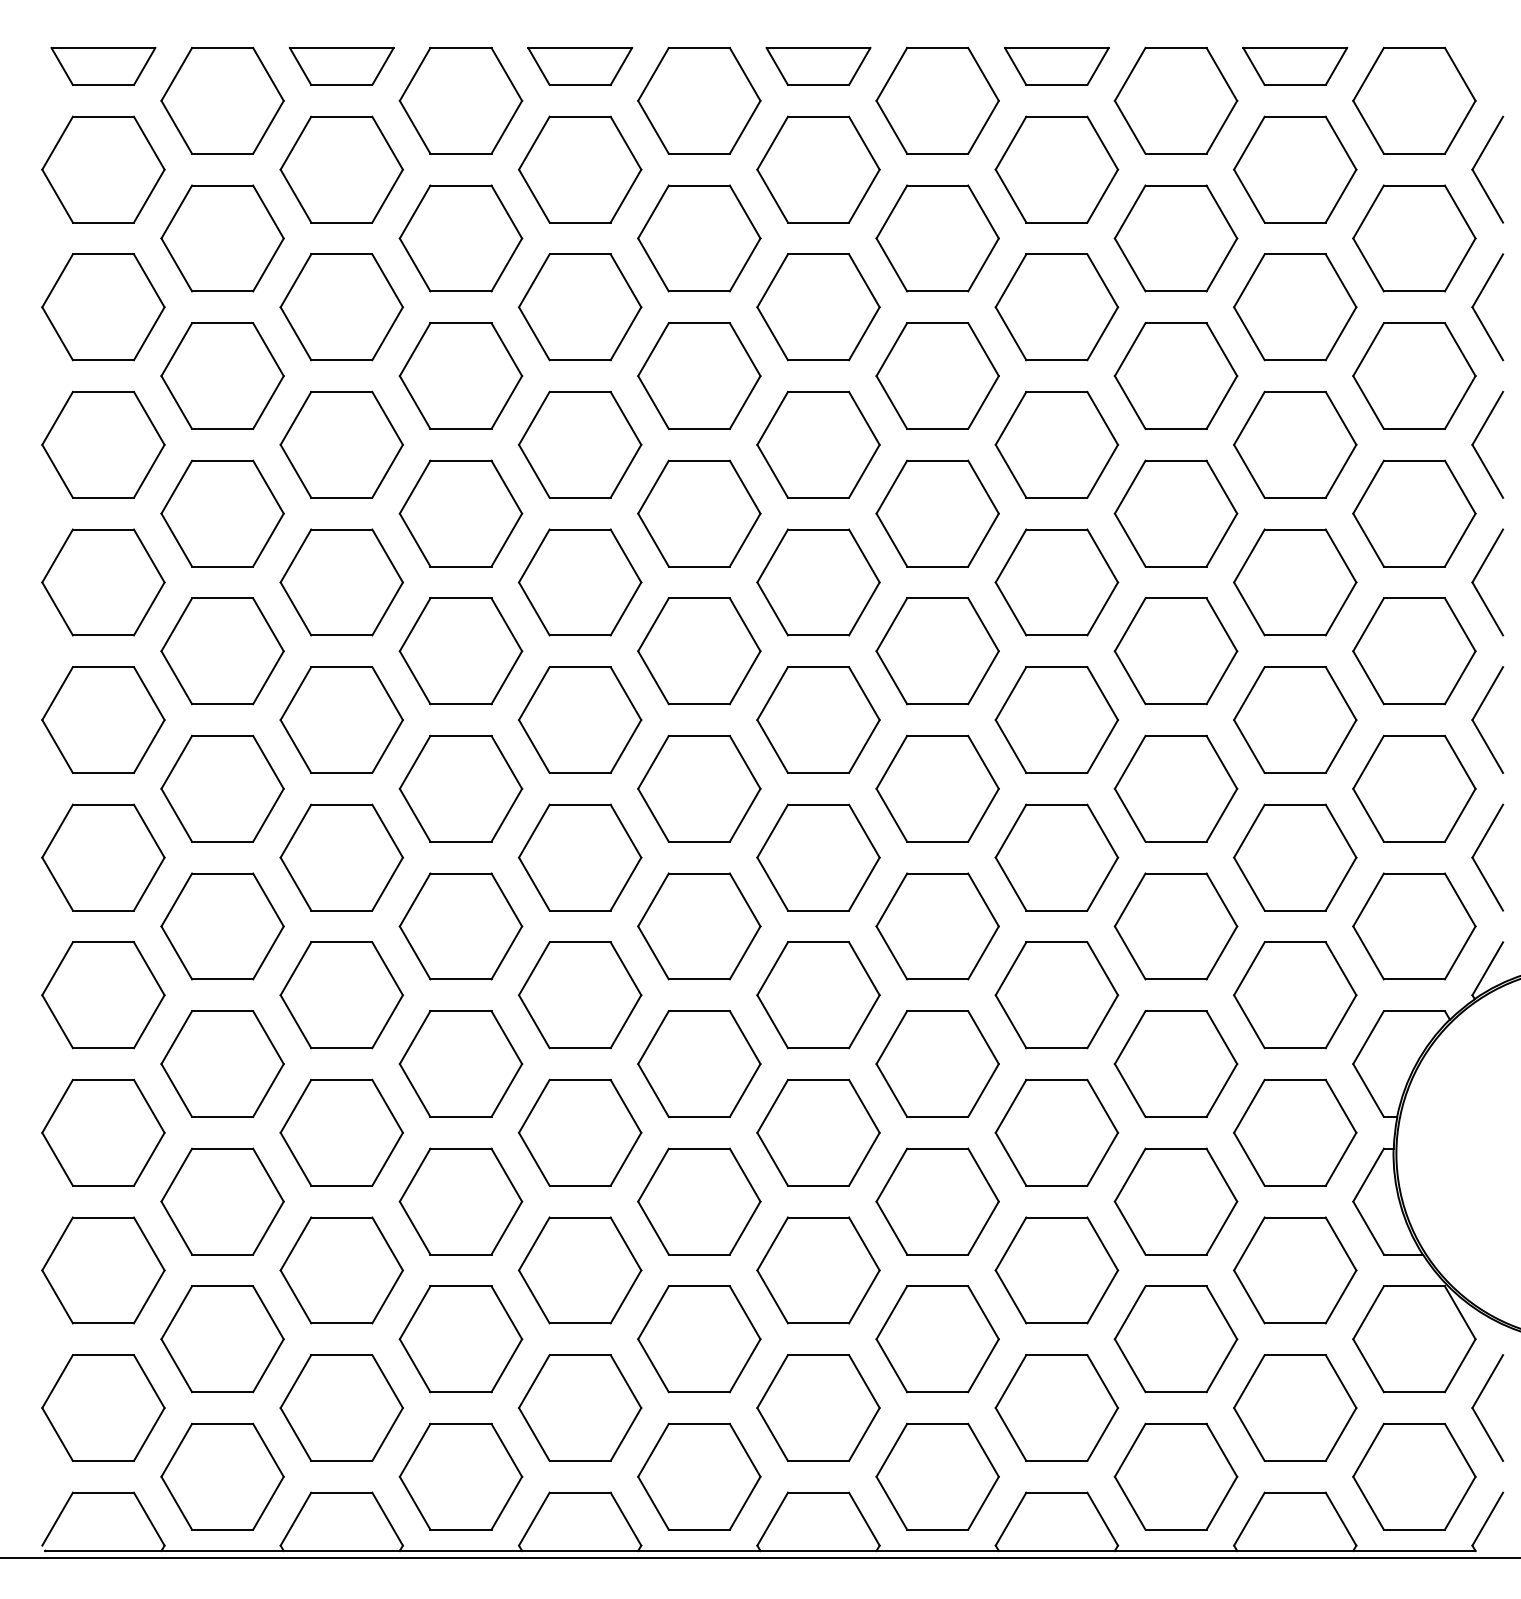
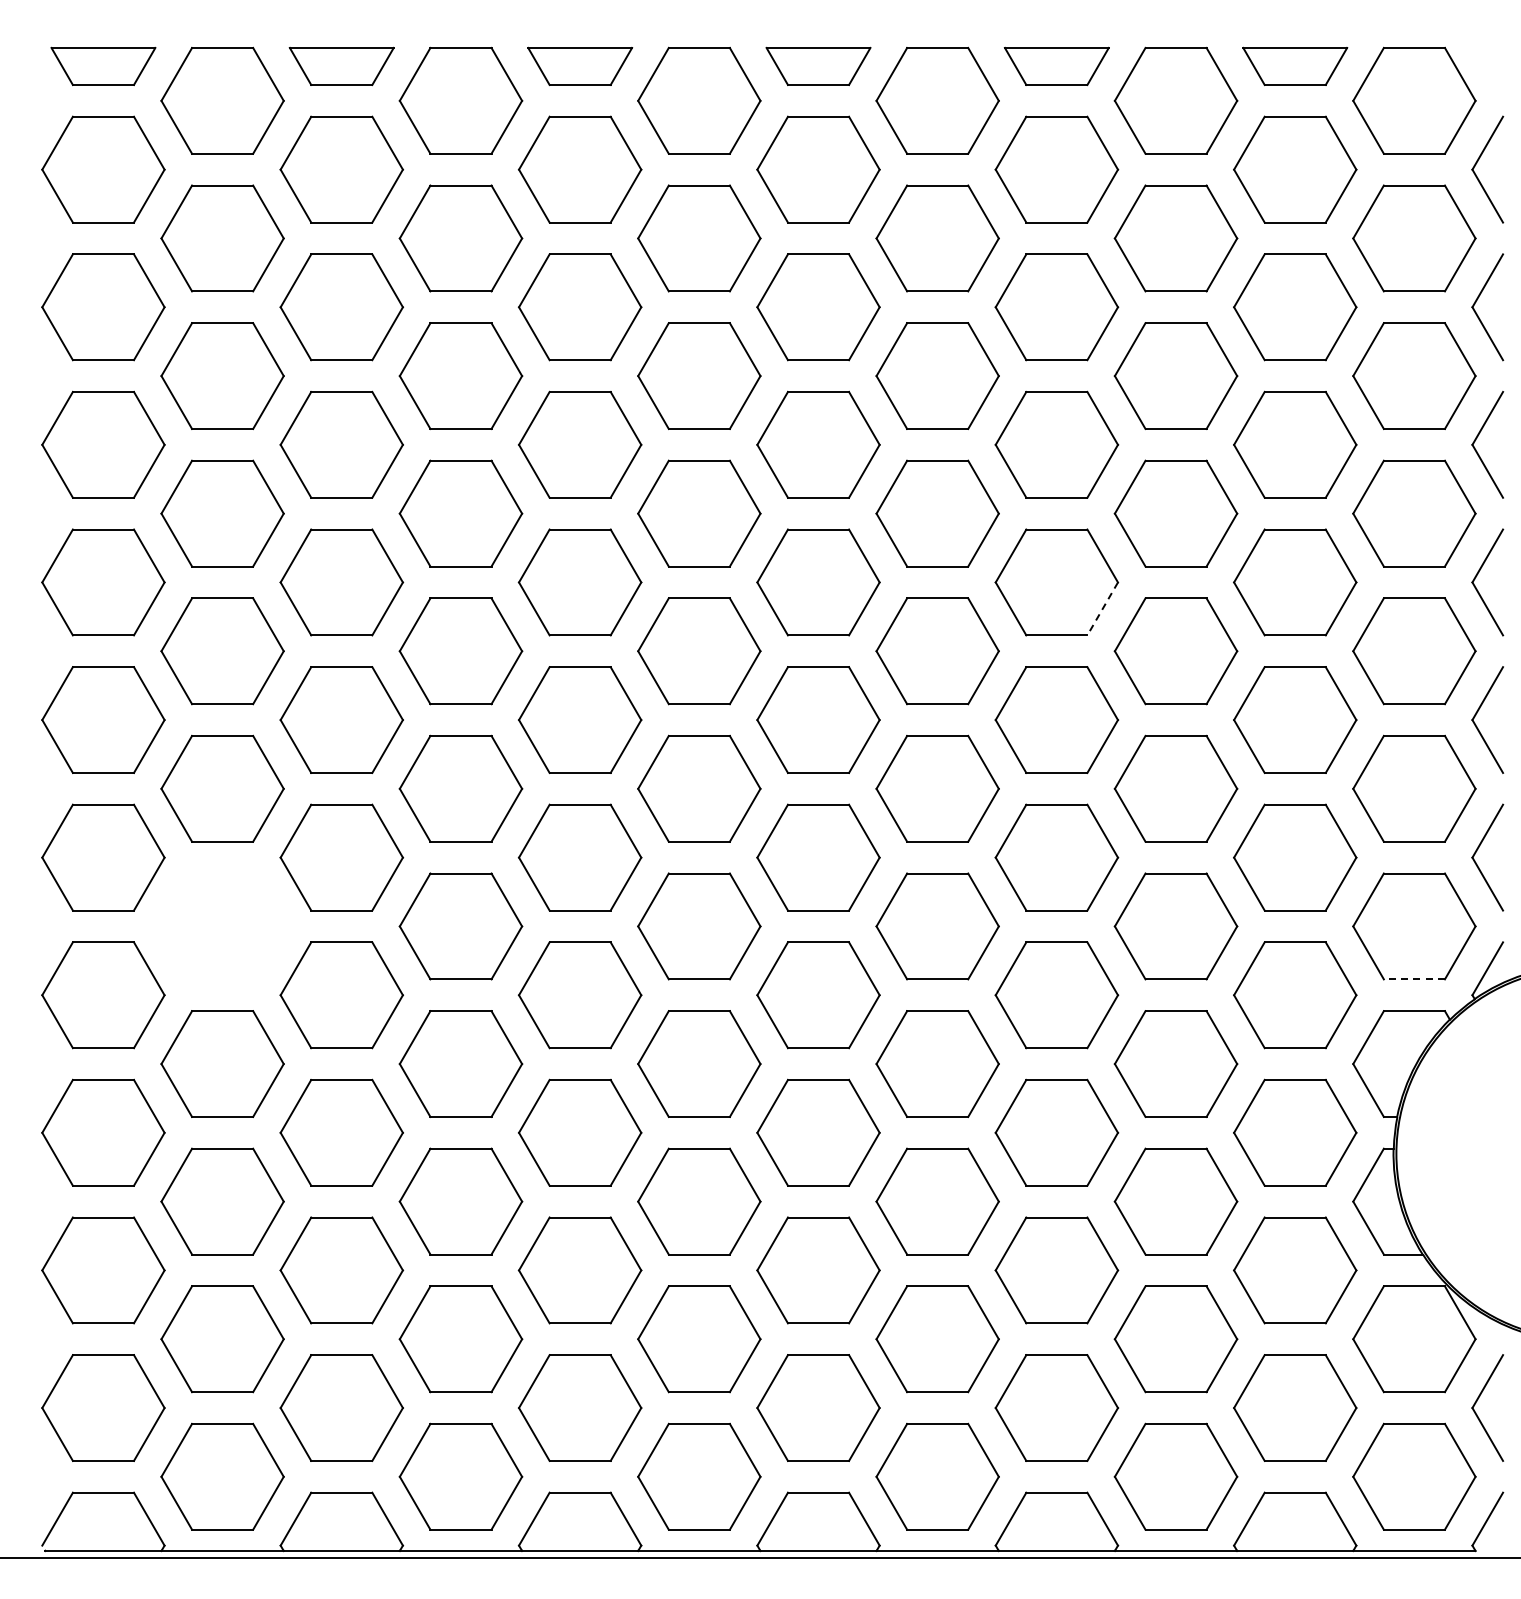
line at (1102, 608): solid -> dashed
part at (222, 926): present -> none
line at (1414, 979): solid -> dashed
